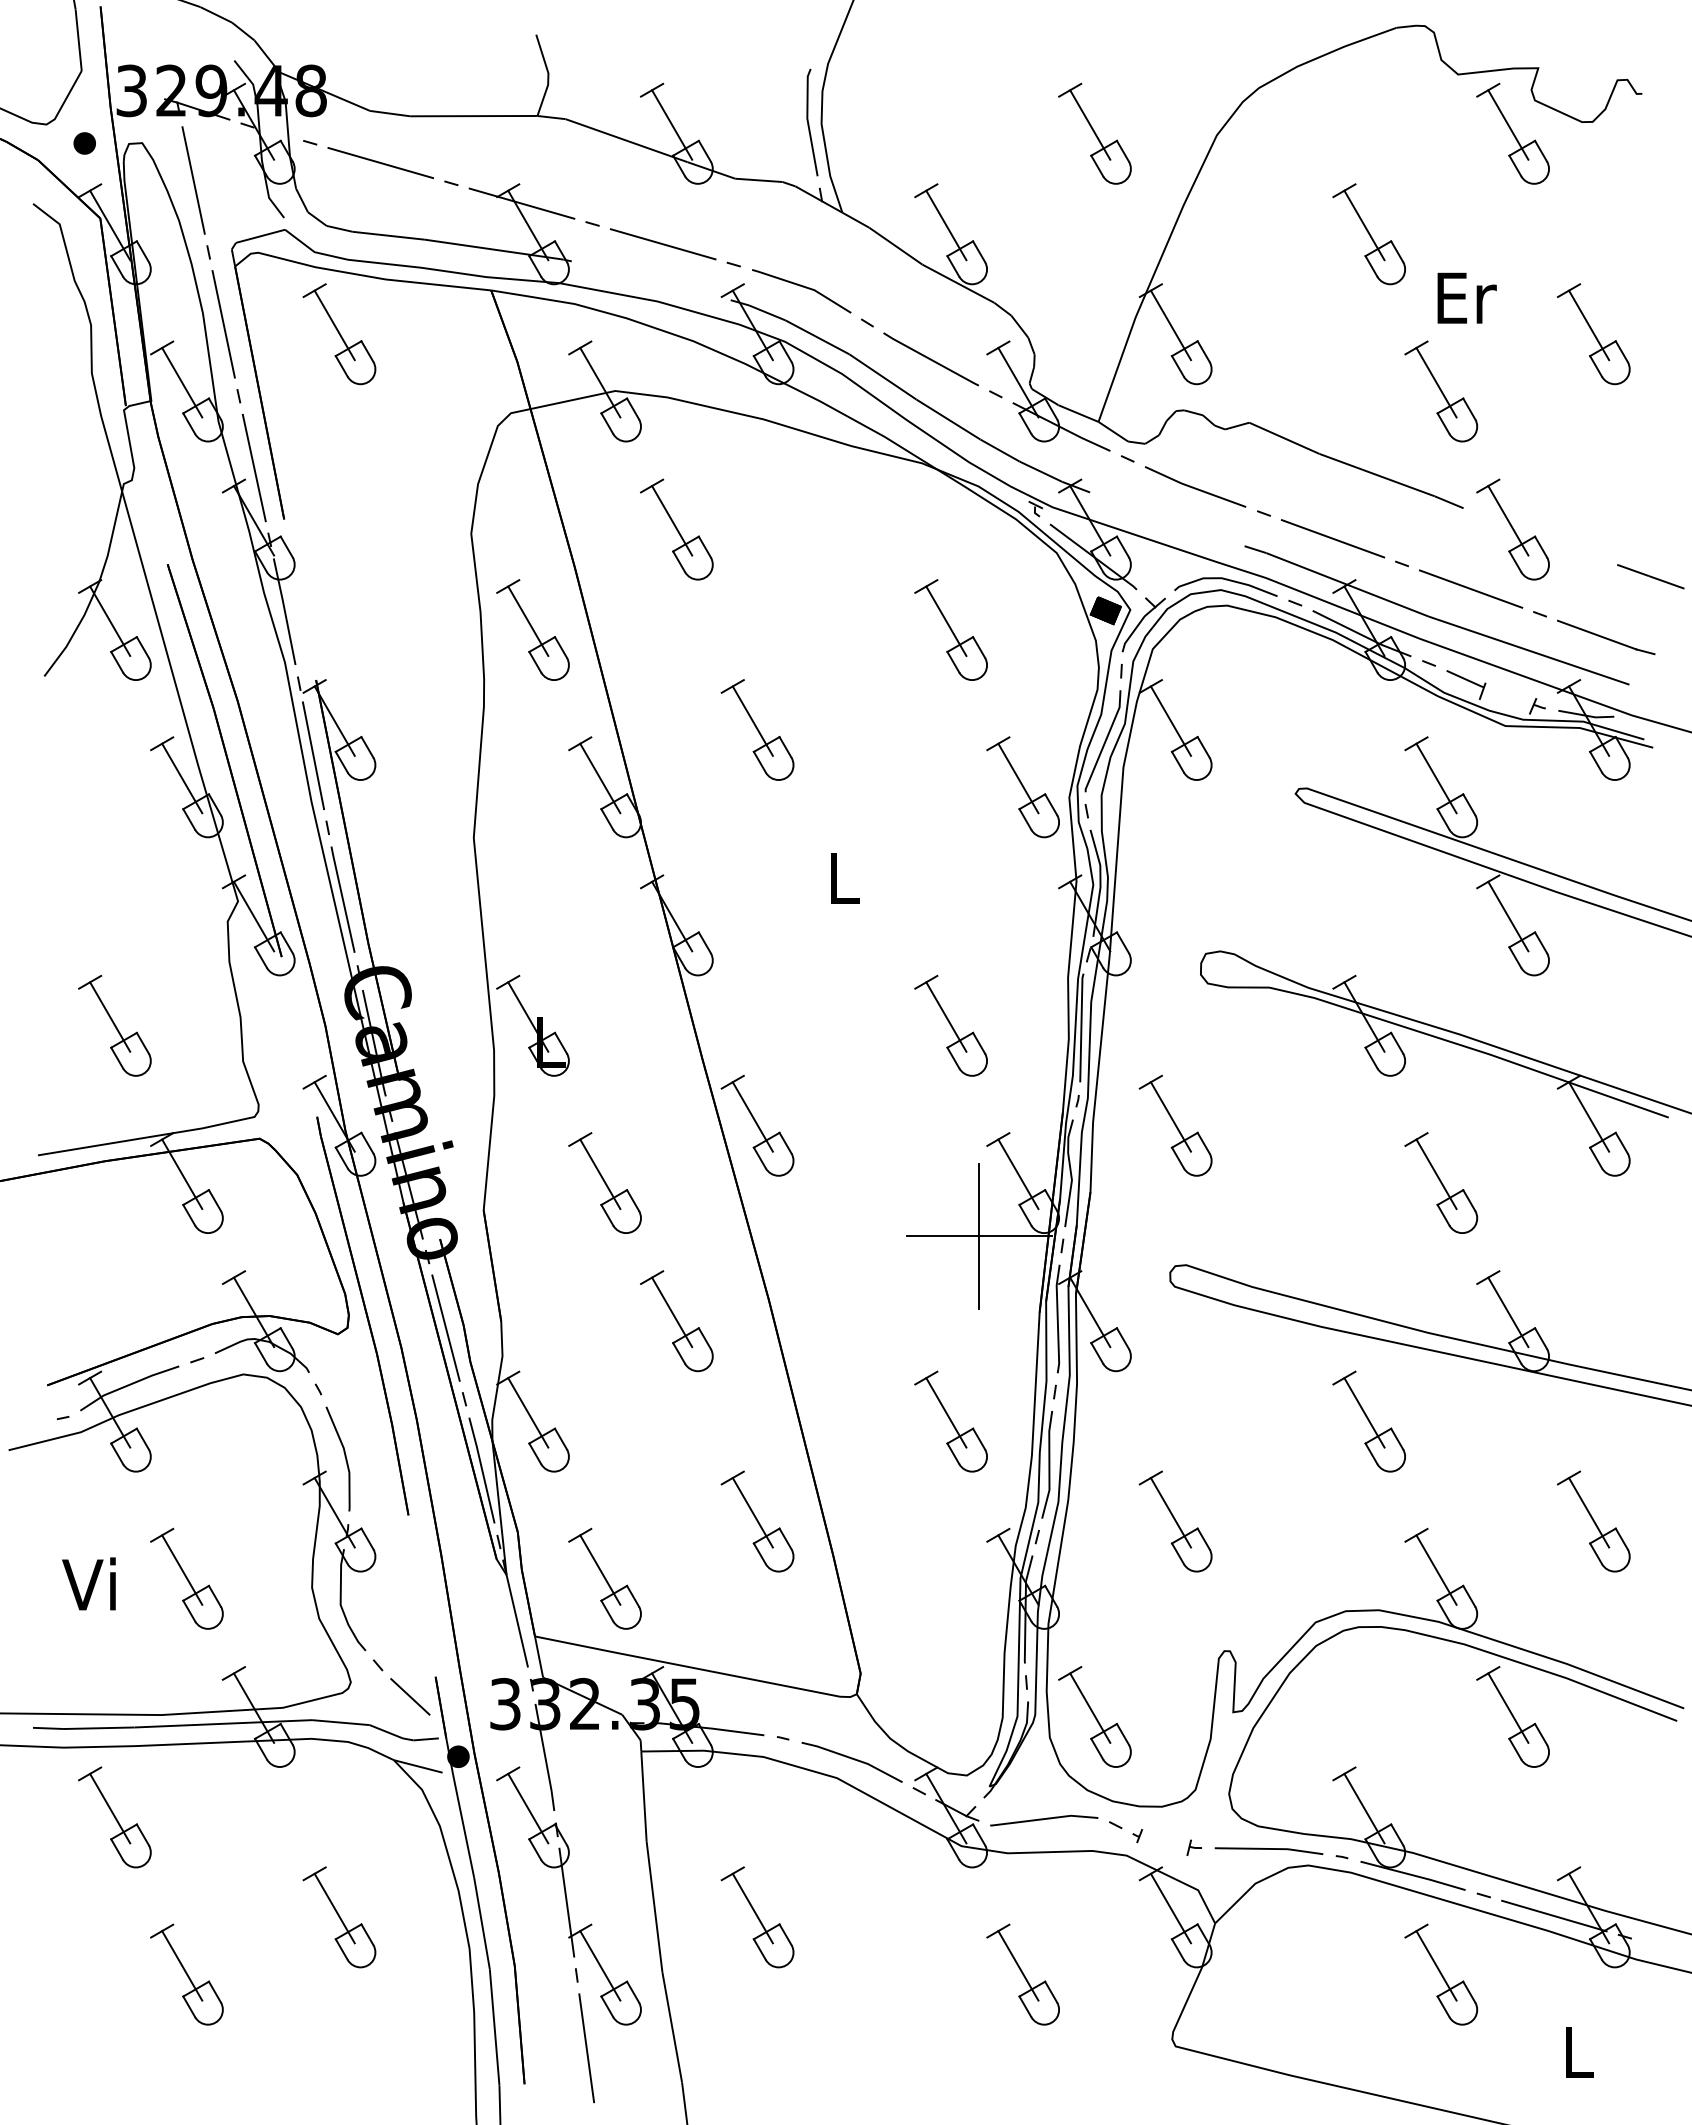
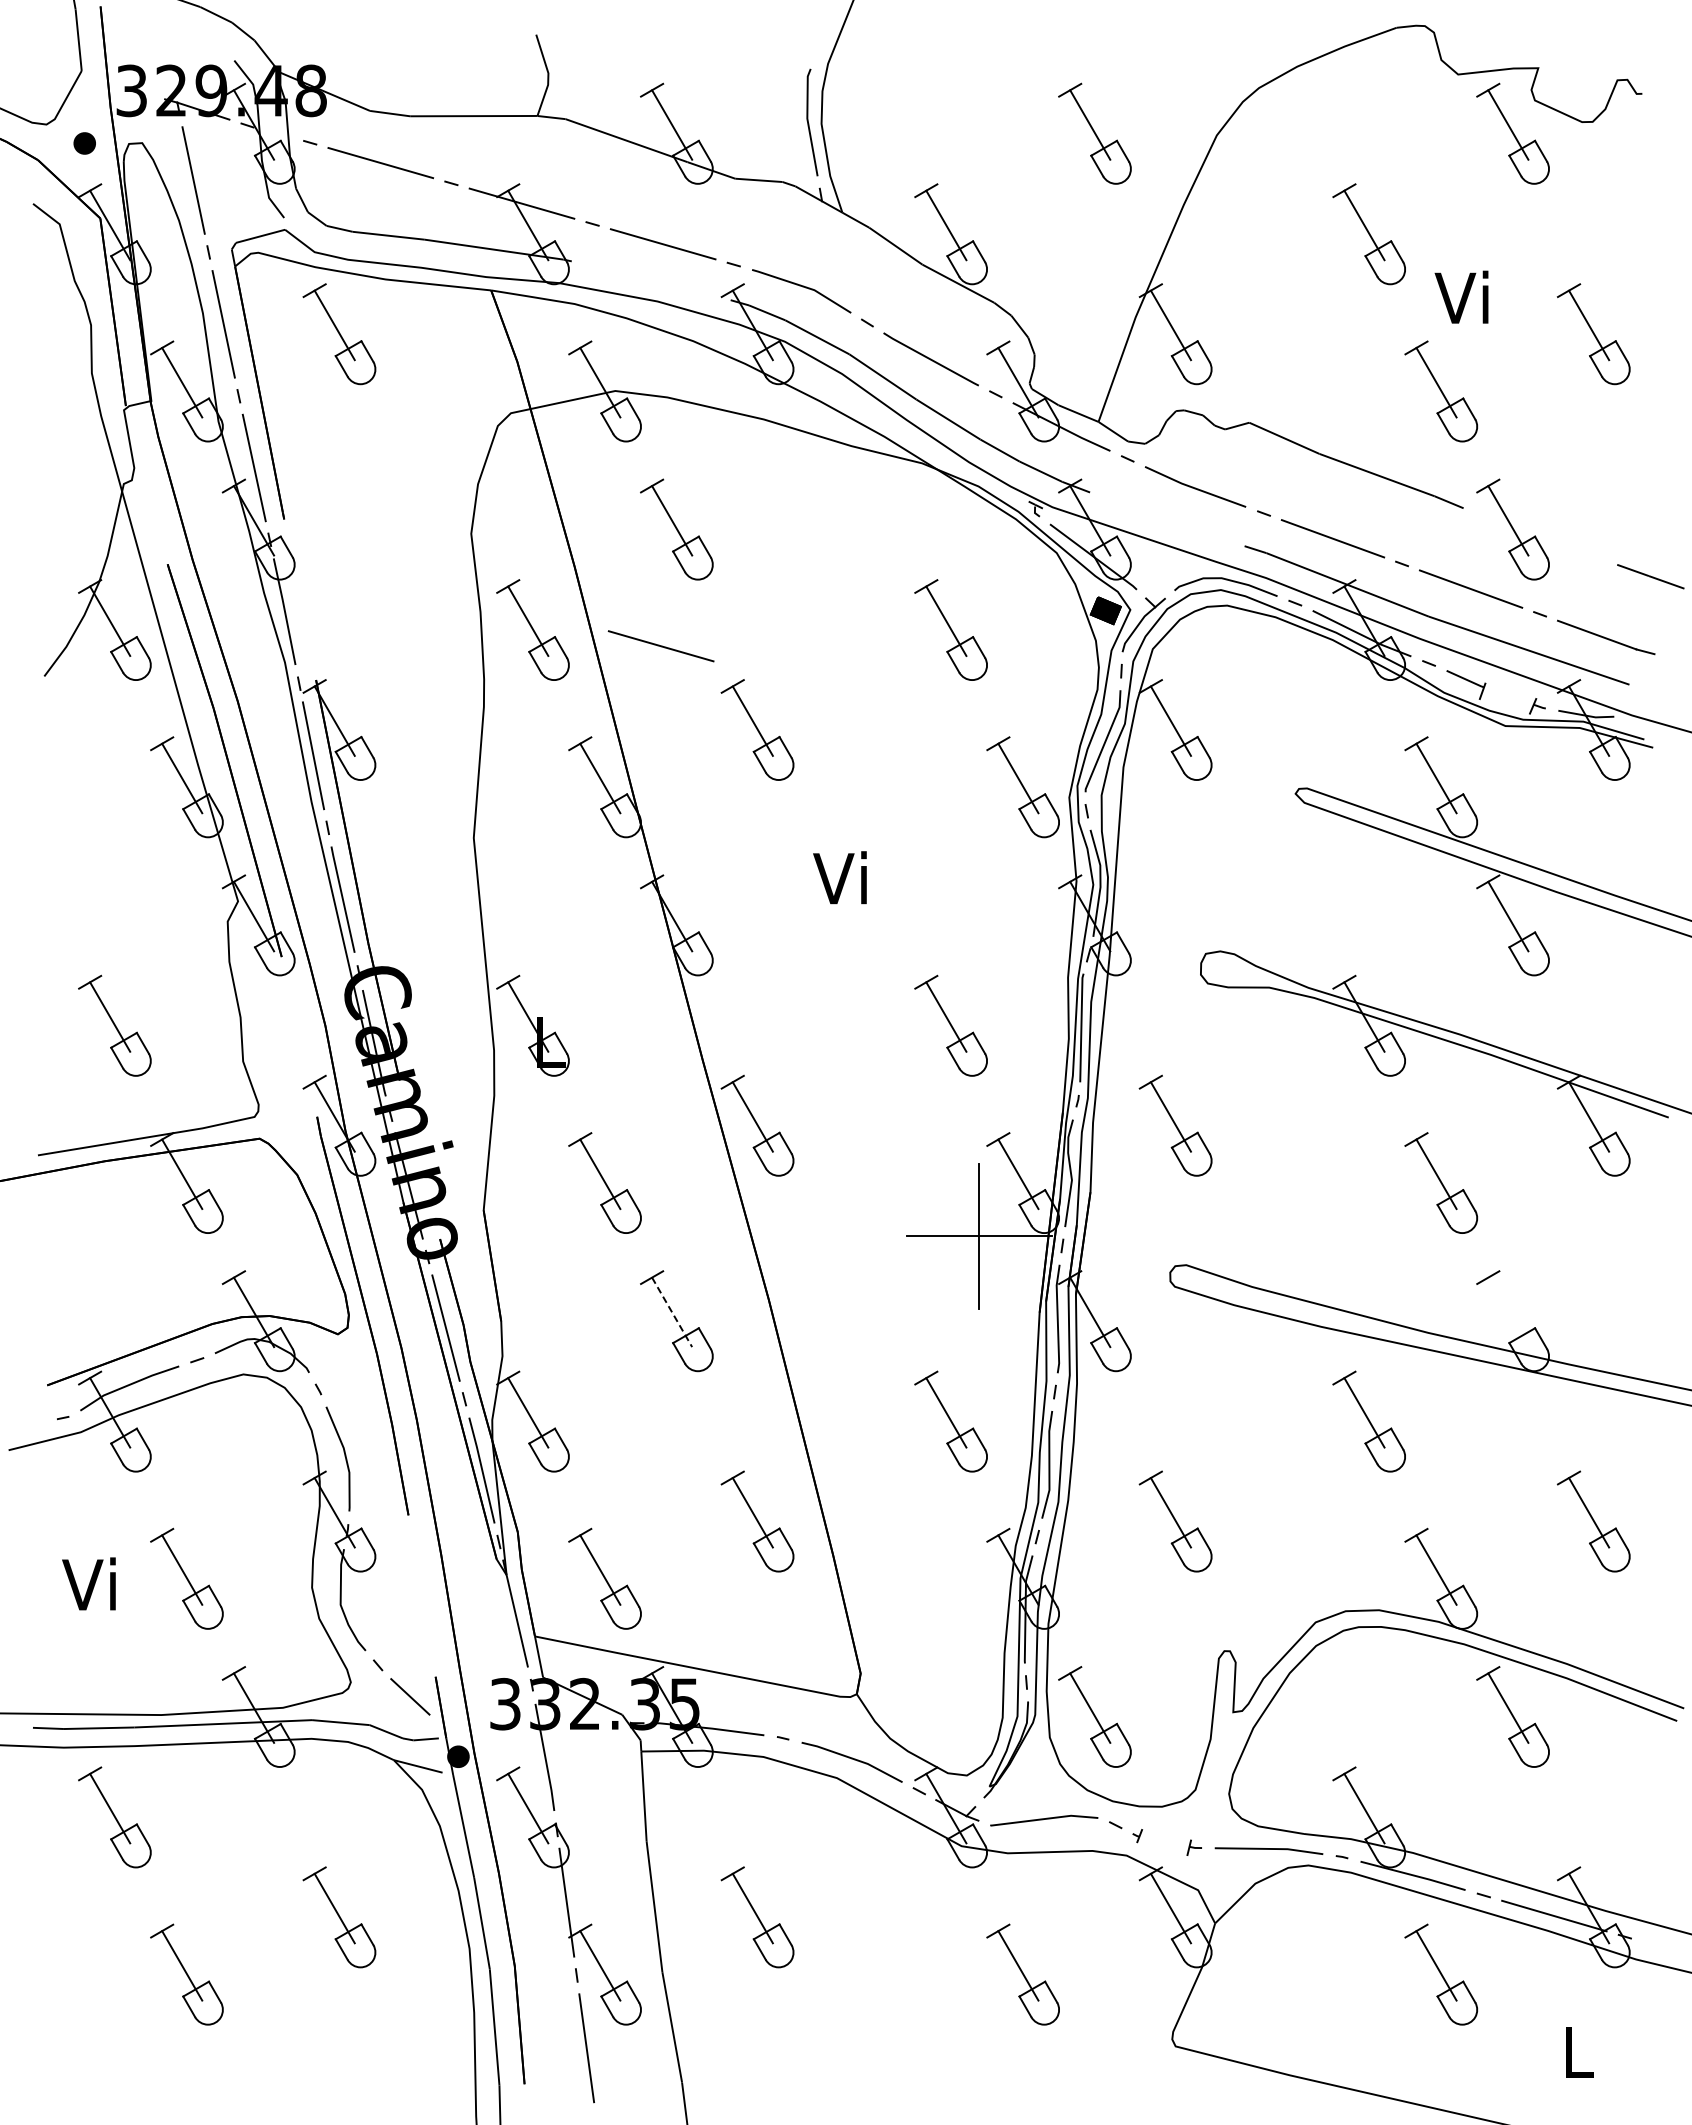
text at (1465, 296): Er -> Vi
line at (660, 646): none -> present
text at (839, 877): L -> Vi
line at (672, 1312): solid -> dashed
line at (1508, 1312): present -> none
